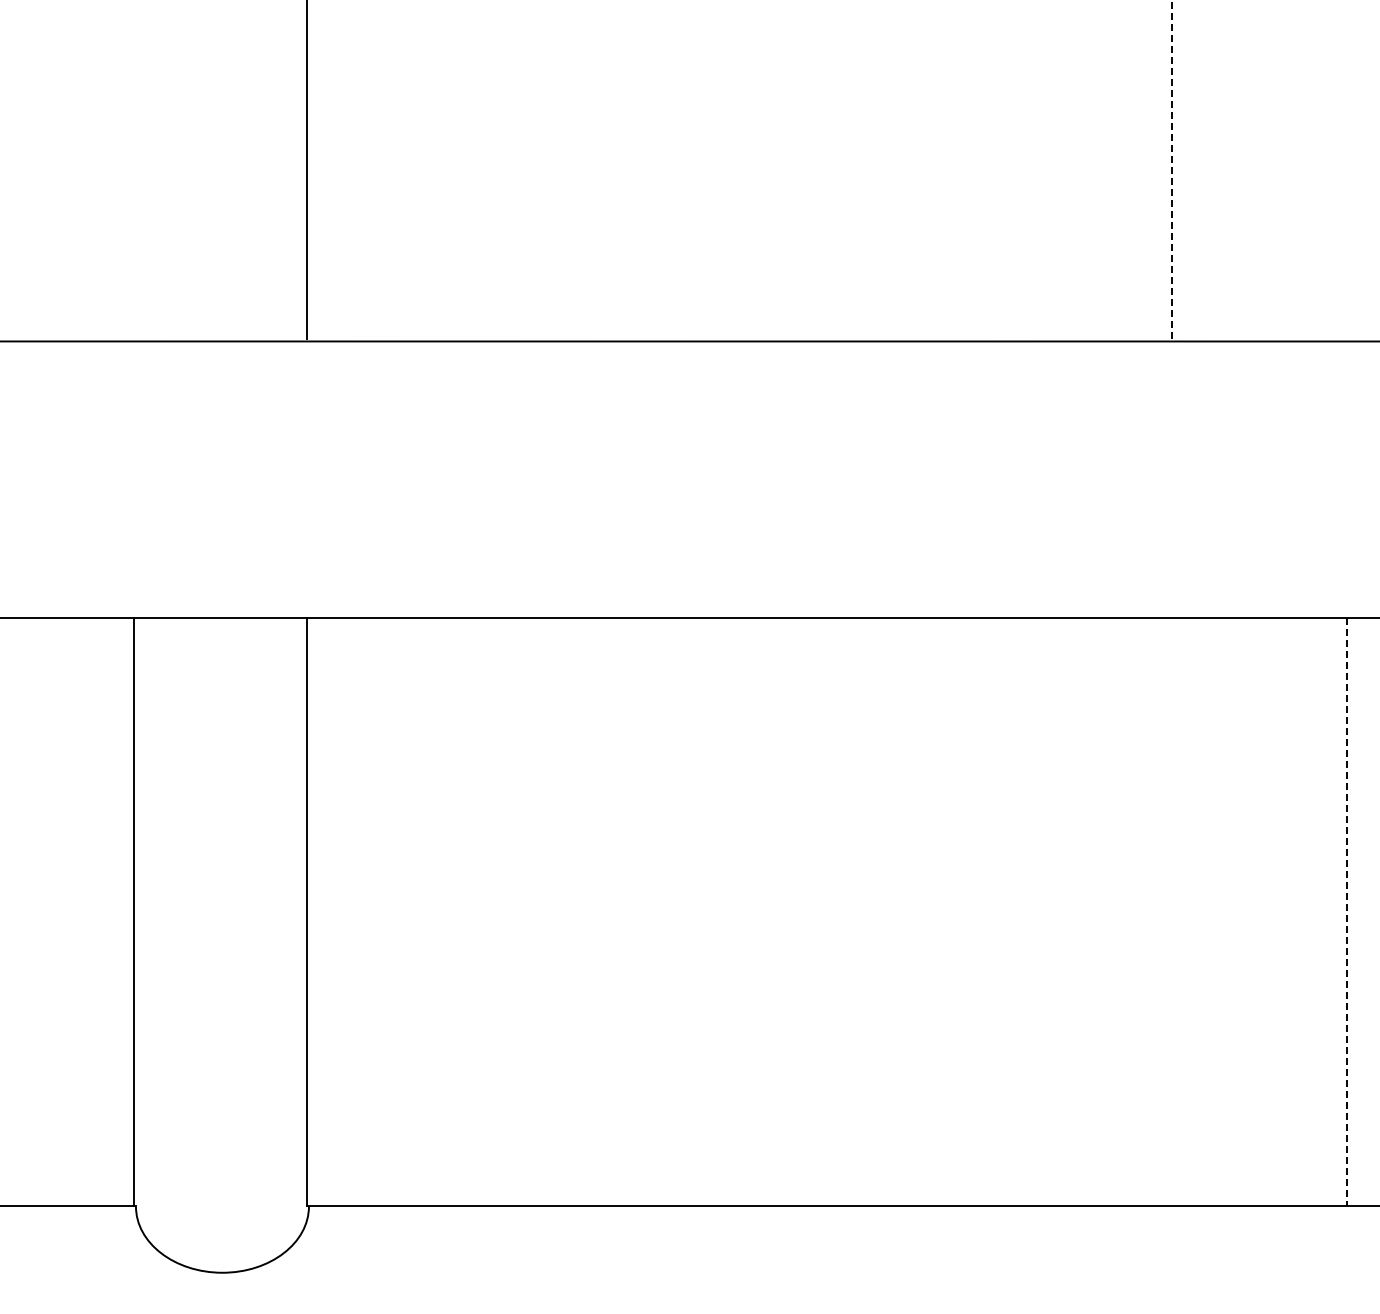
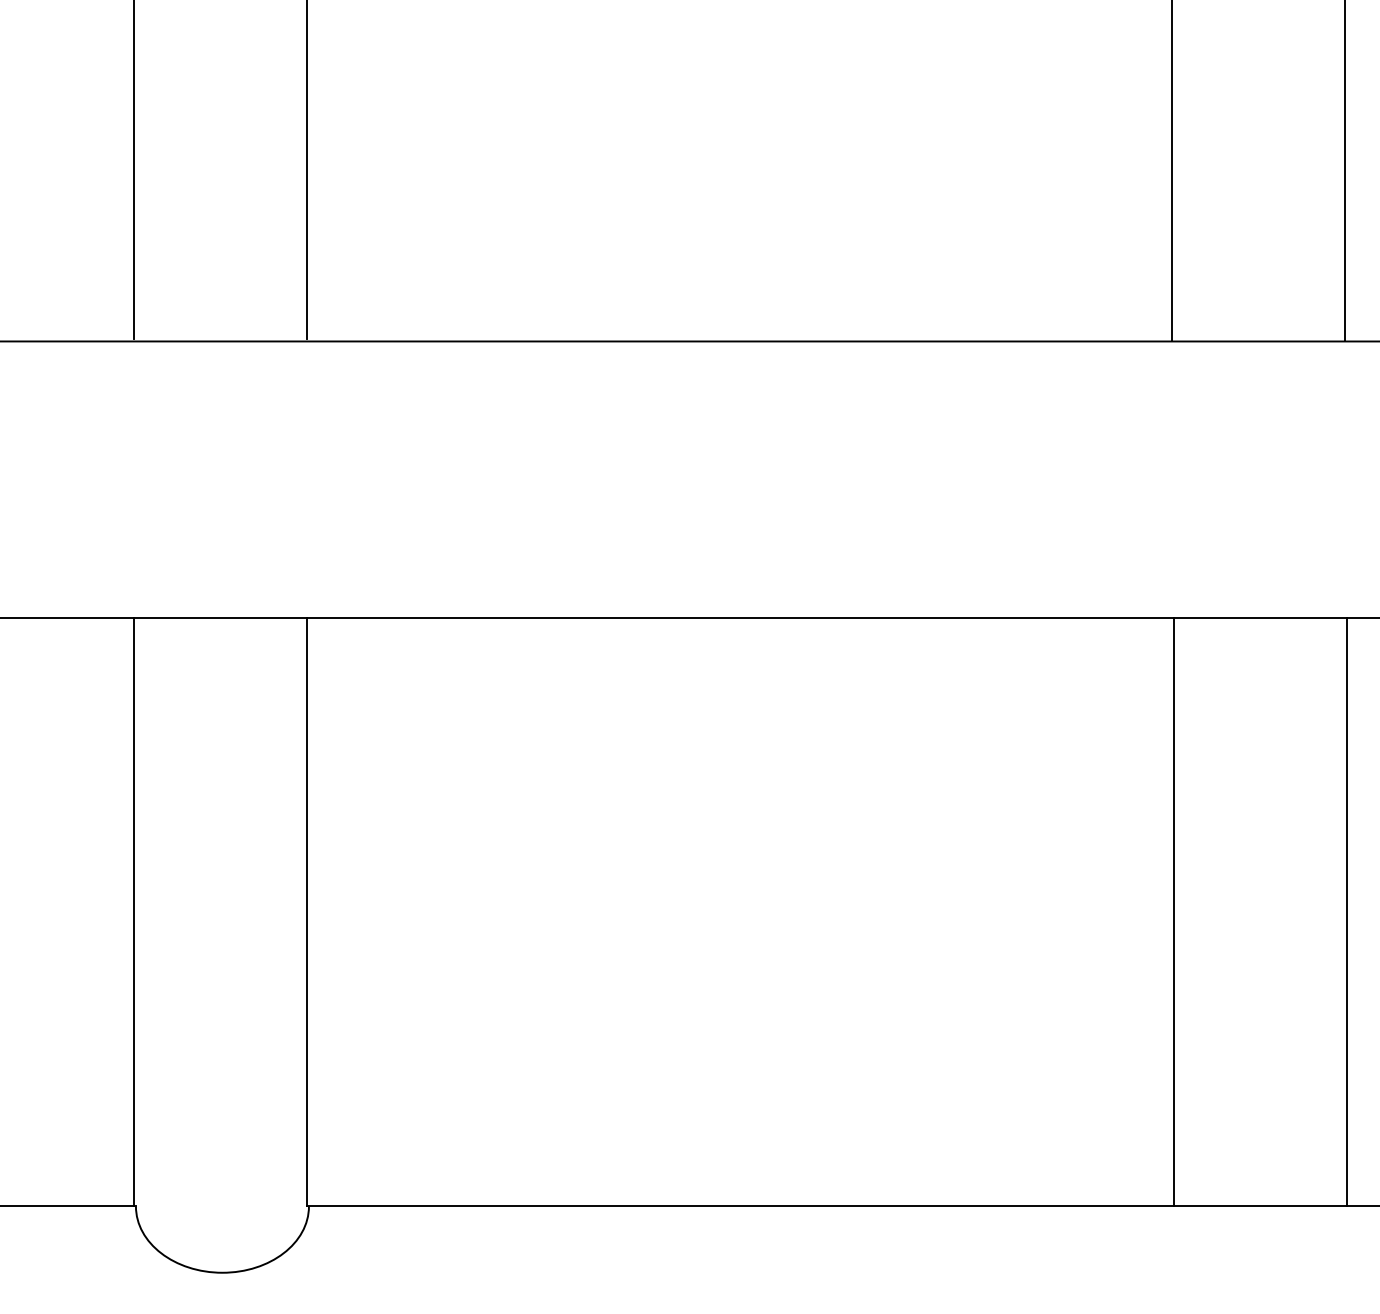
line at (133, 170): none -> present
line at (1172, 171): dashed -> solid
line at (1345, 171): none -> present
line at (1174, 912): none -> present
line at (1347, 912): dashed -> solid
